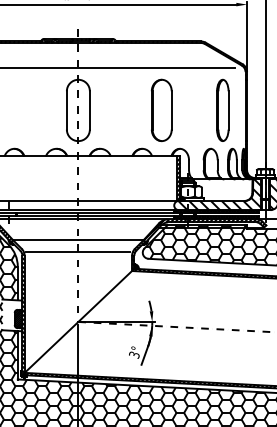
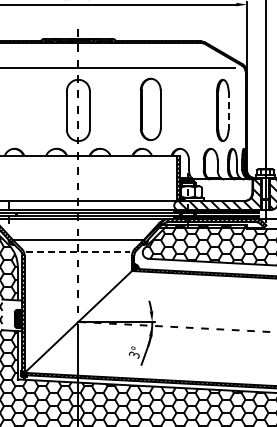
part at (161, 110) position: (161, 110) -> (150, 109)
line at (228, 110): solid -> dashed
line at (78, 252): solid -> dashed
